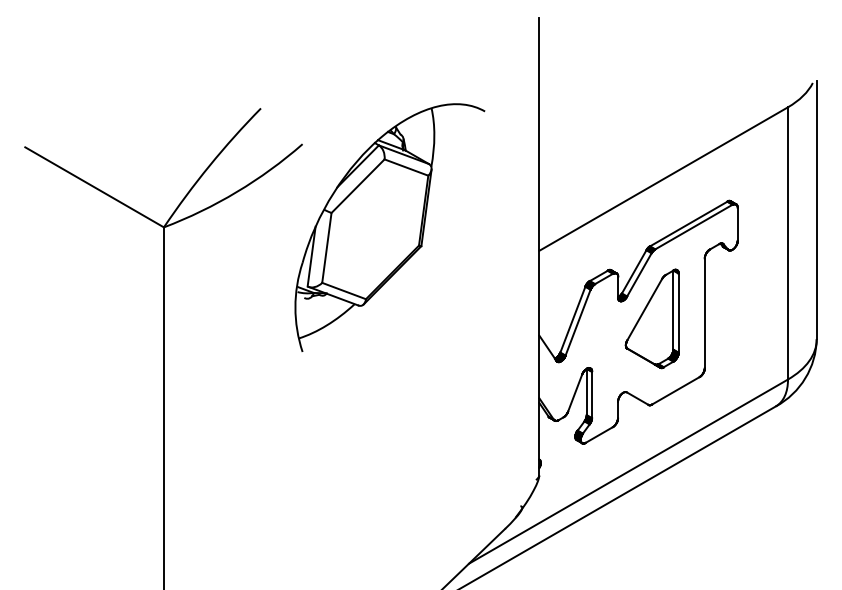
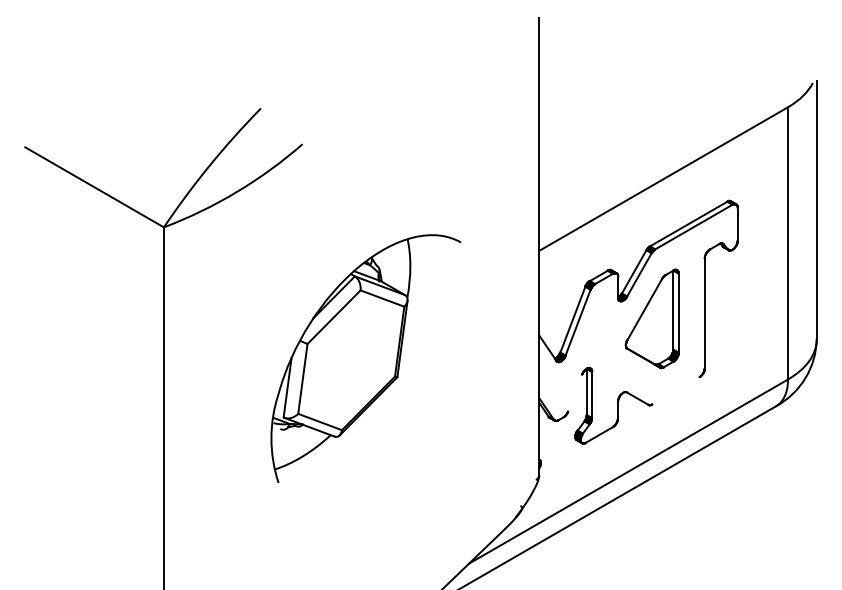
part at (389, 227) position: (389, 227) -> (365, 358)
line at (675, 390): present -> none
line at (575, 392): present -> none
